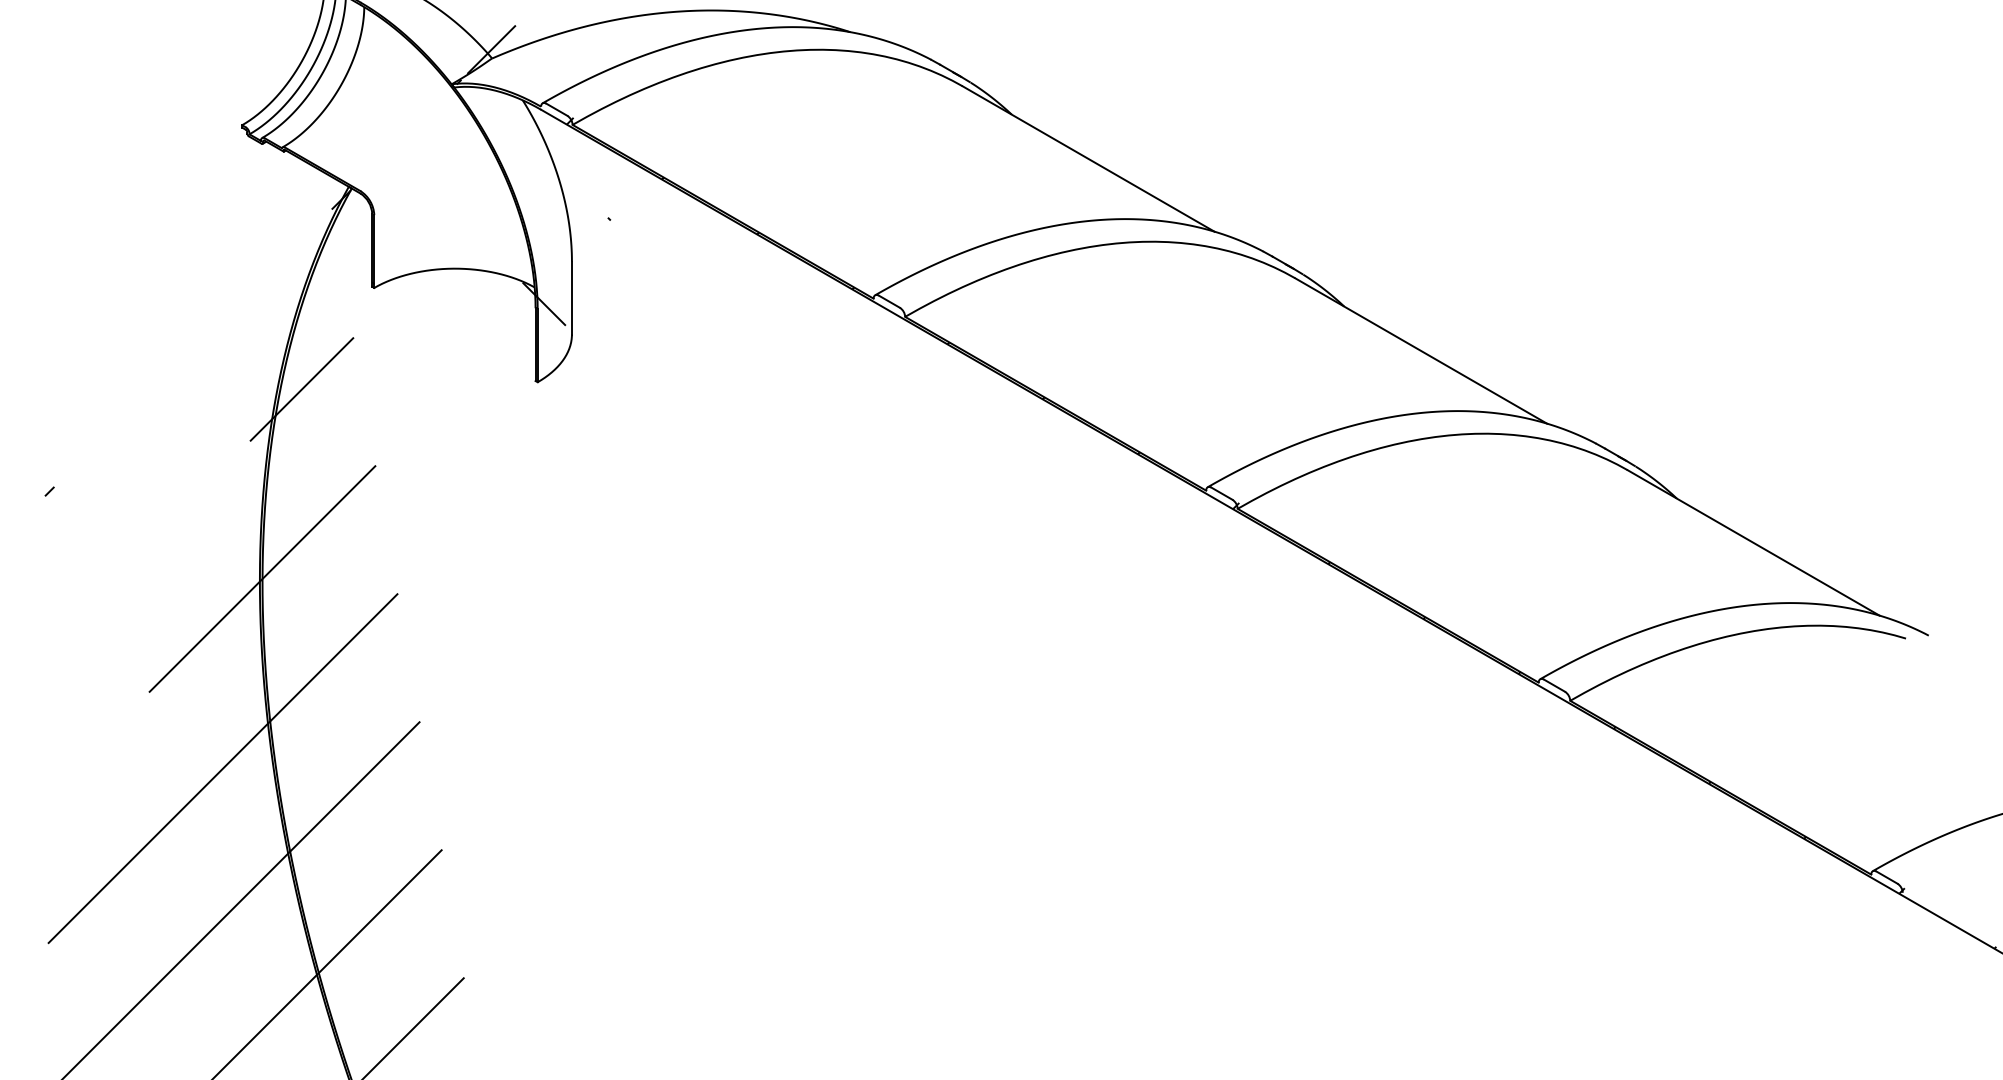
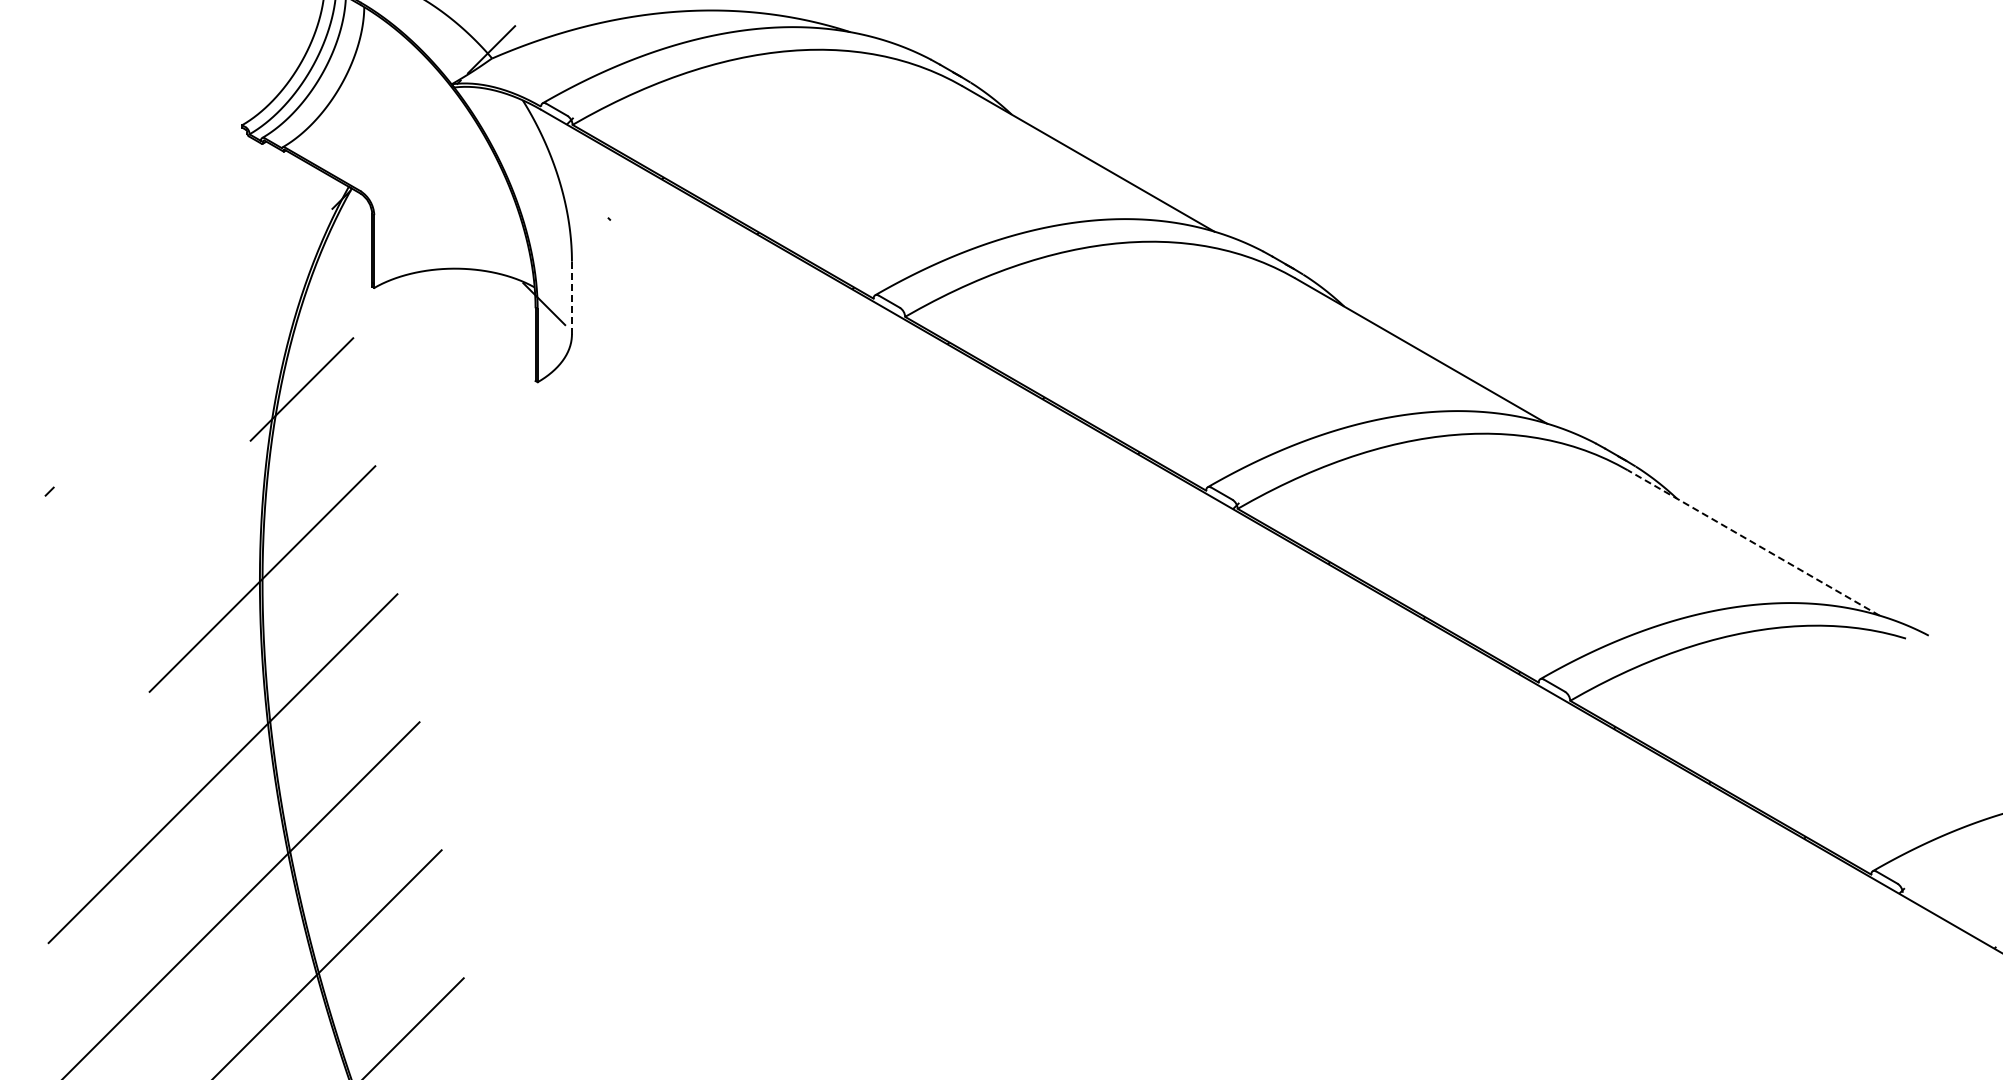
line at (571, 297): solid -> dashed
line at (1753, 542): solid -> dashed
